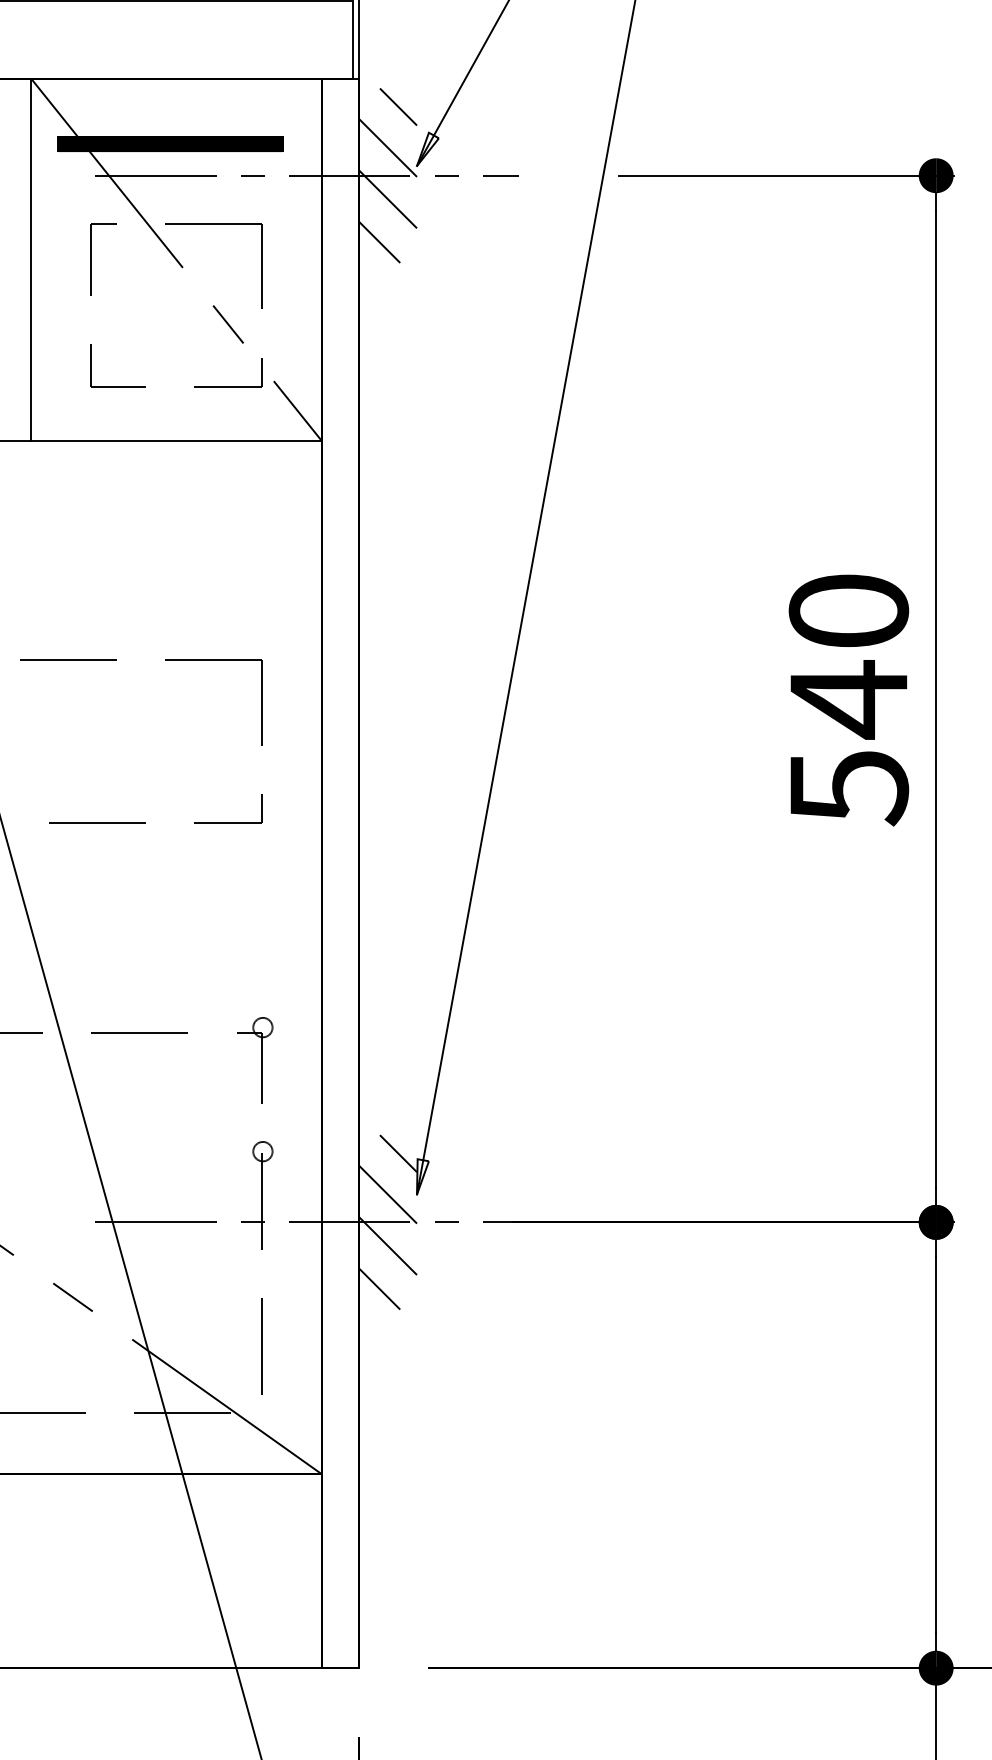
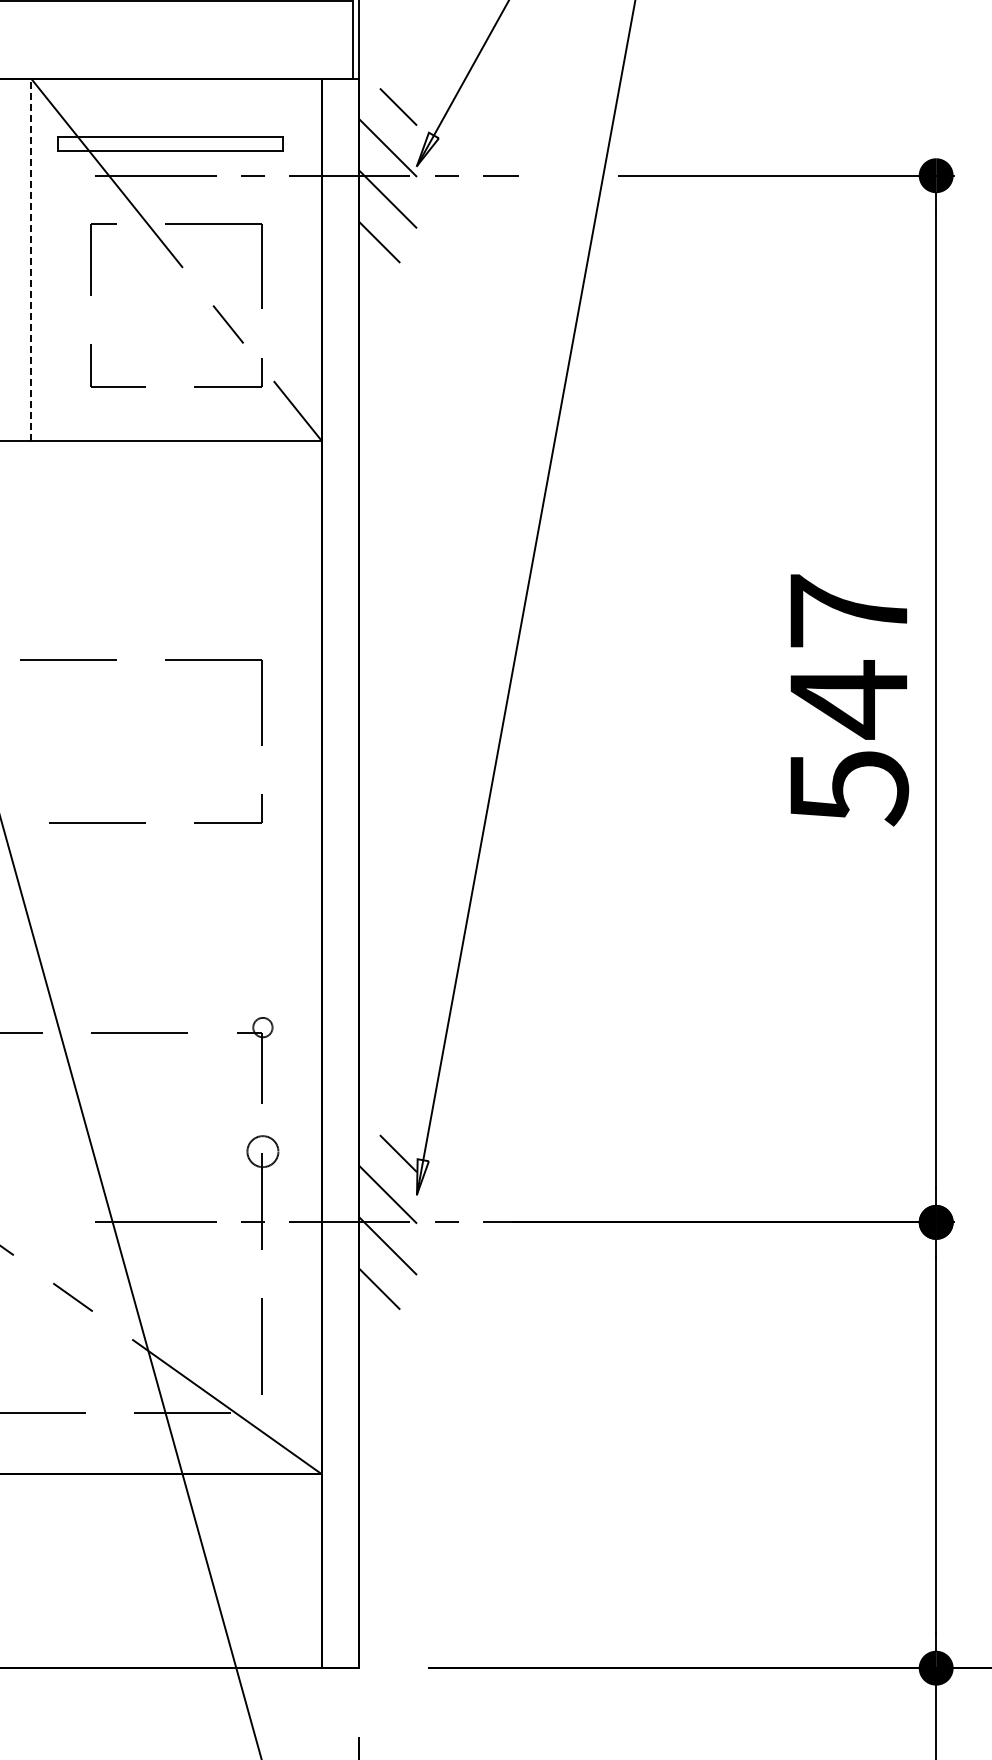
hatch at (170, 143): present -> none
line at (31, 259): solid -> dashed
text at (848, 610): 540 -> 547
circle at (262, 1151) diameter: 19 px -> 31 px
